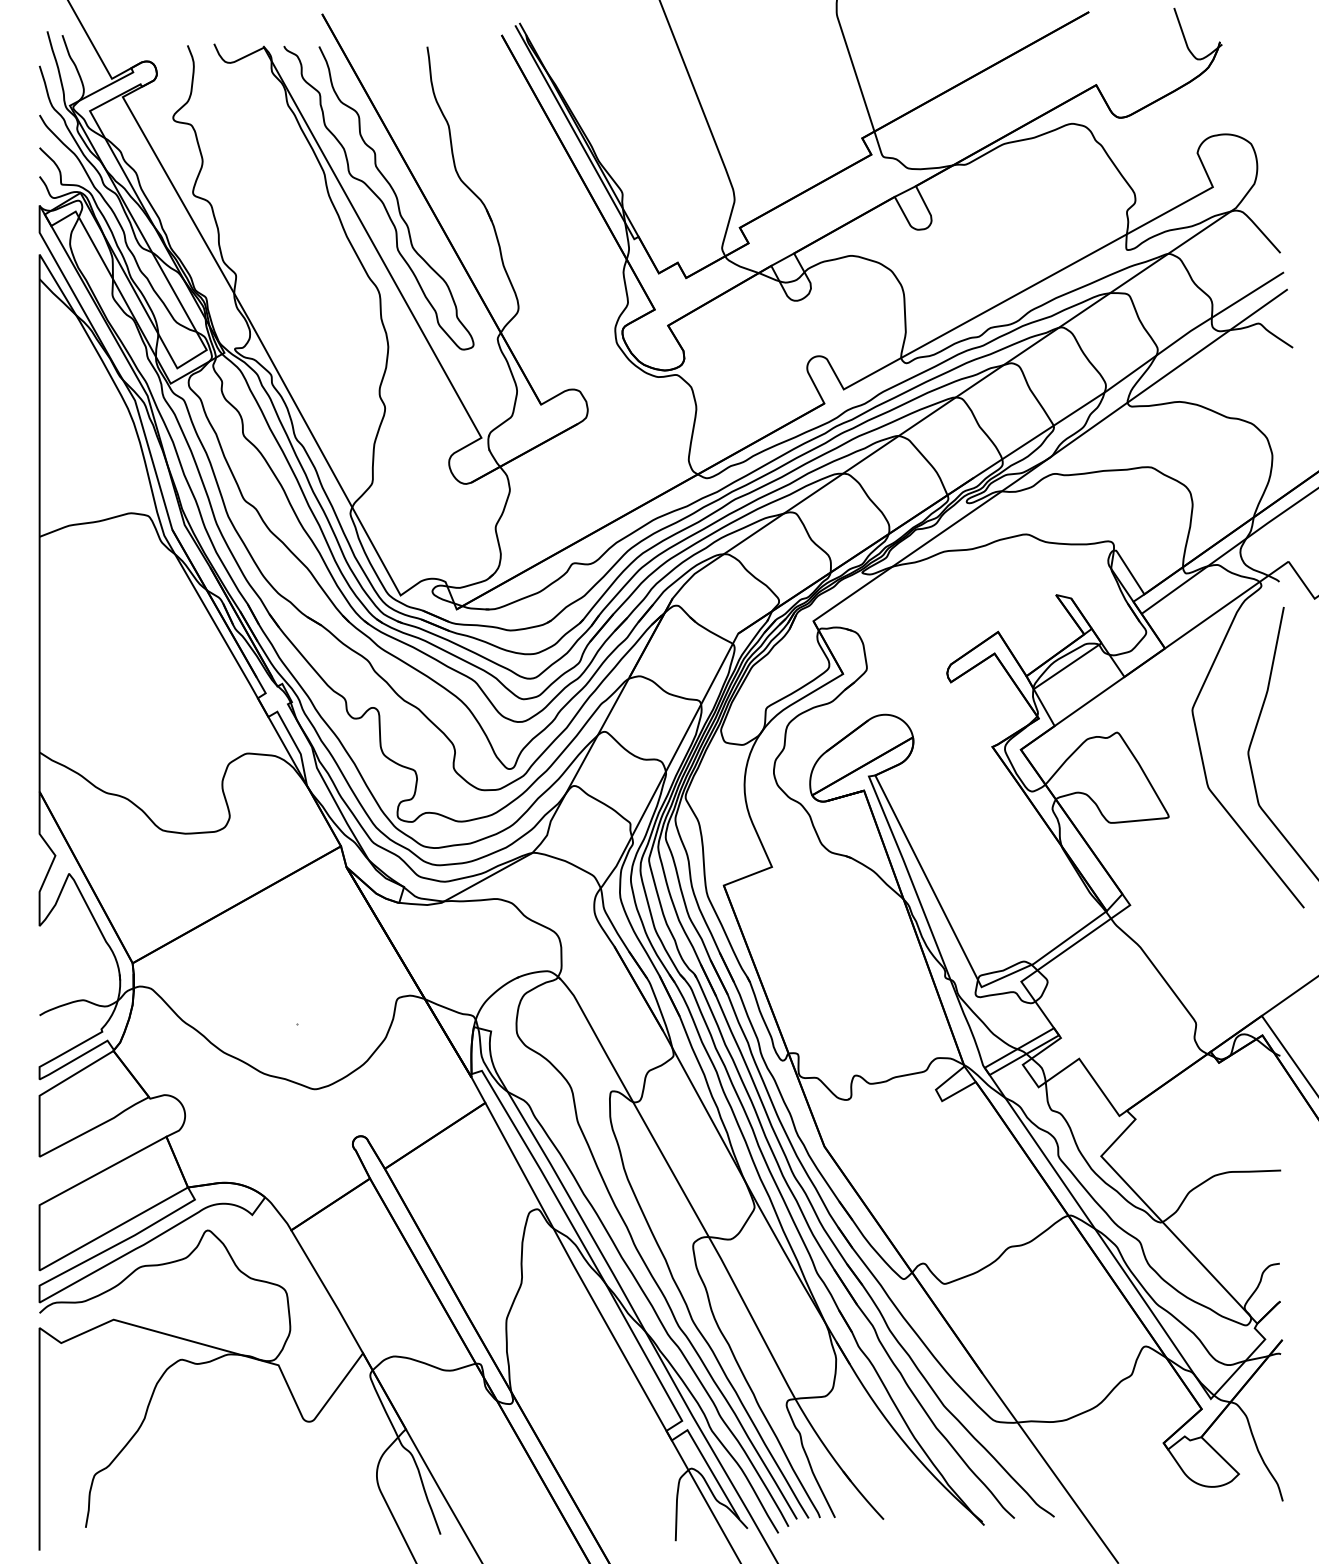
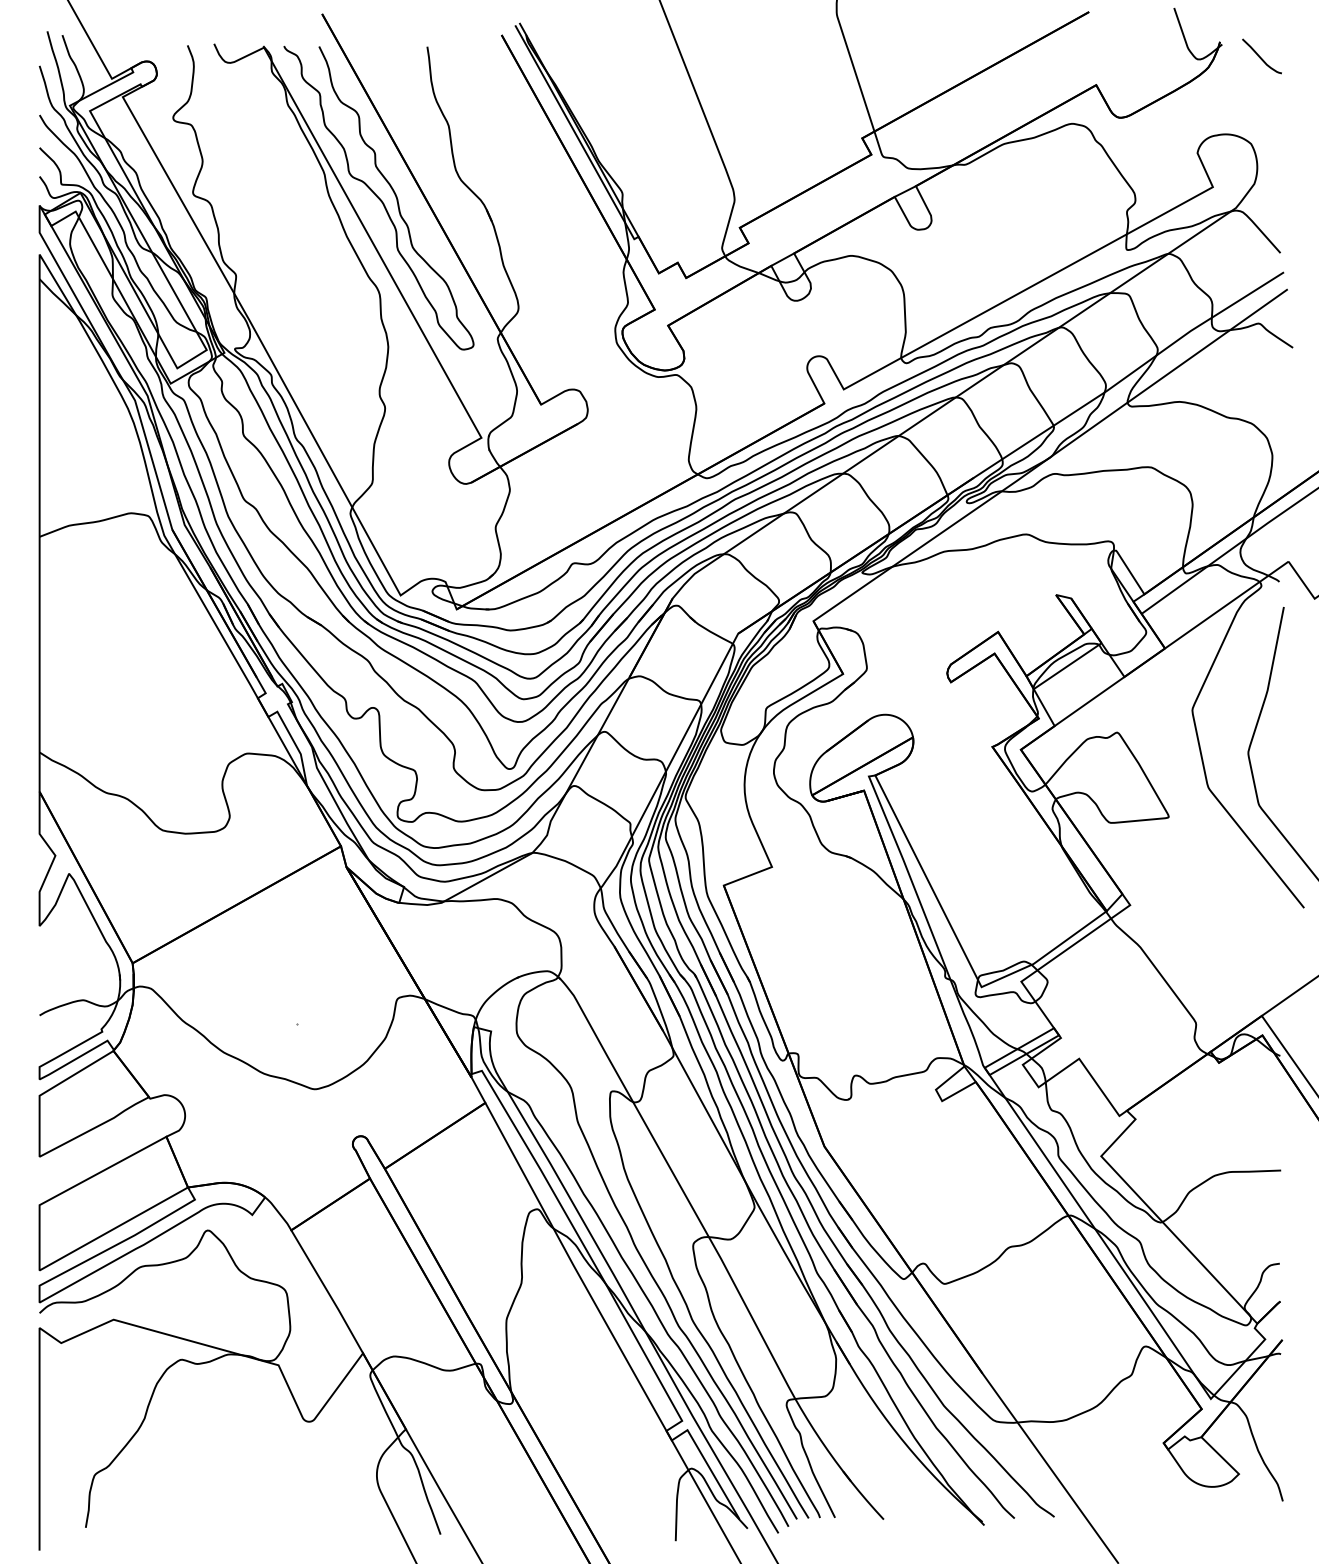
curve at (1260, 56): none -> present
